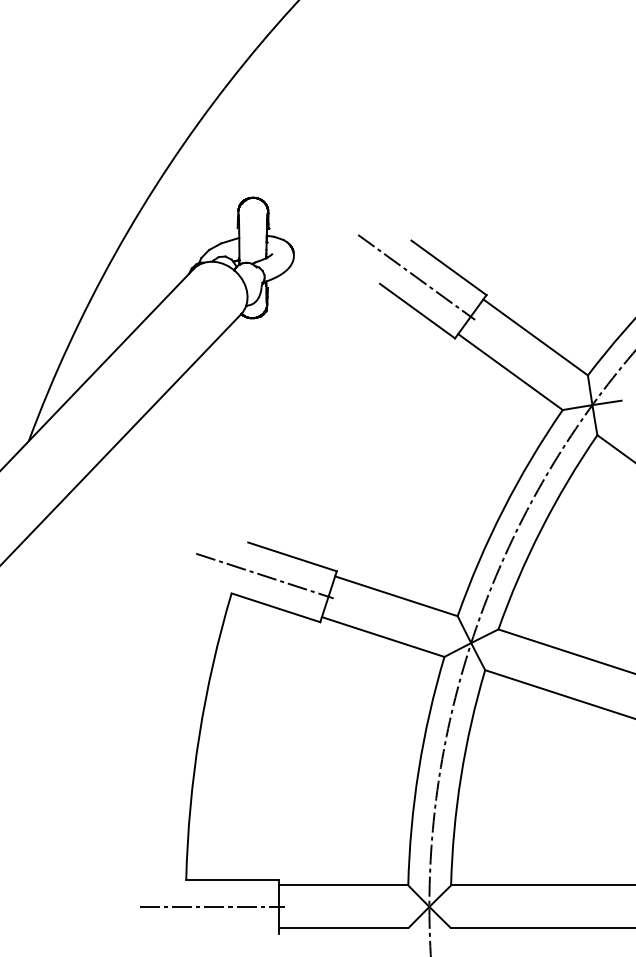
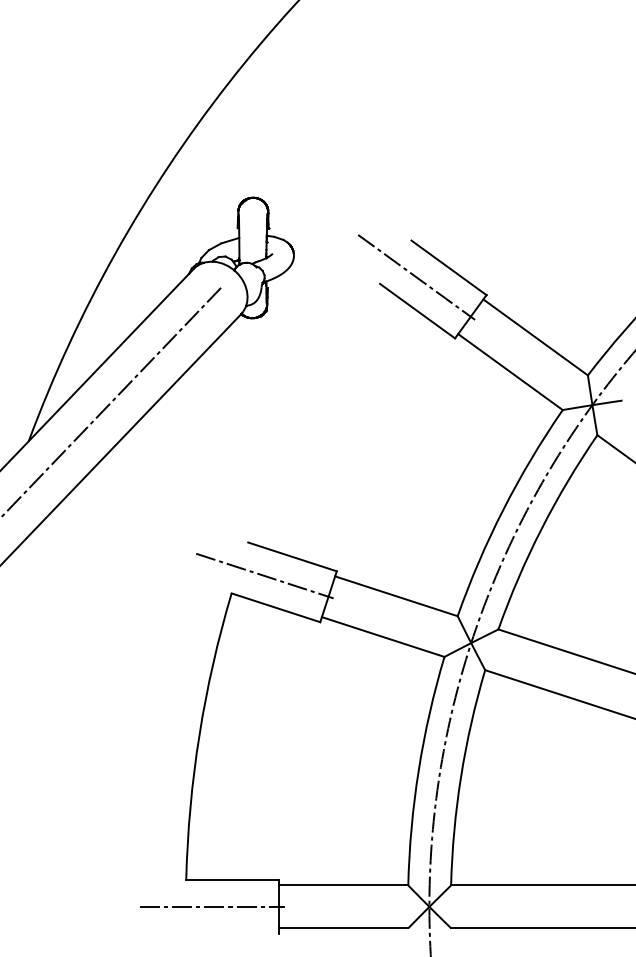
line at (111, 401): none -> present
